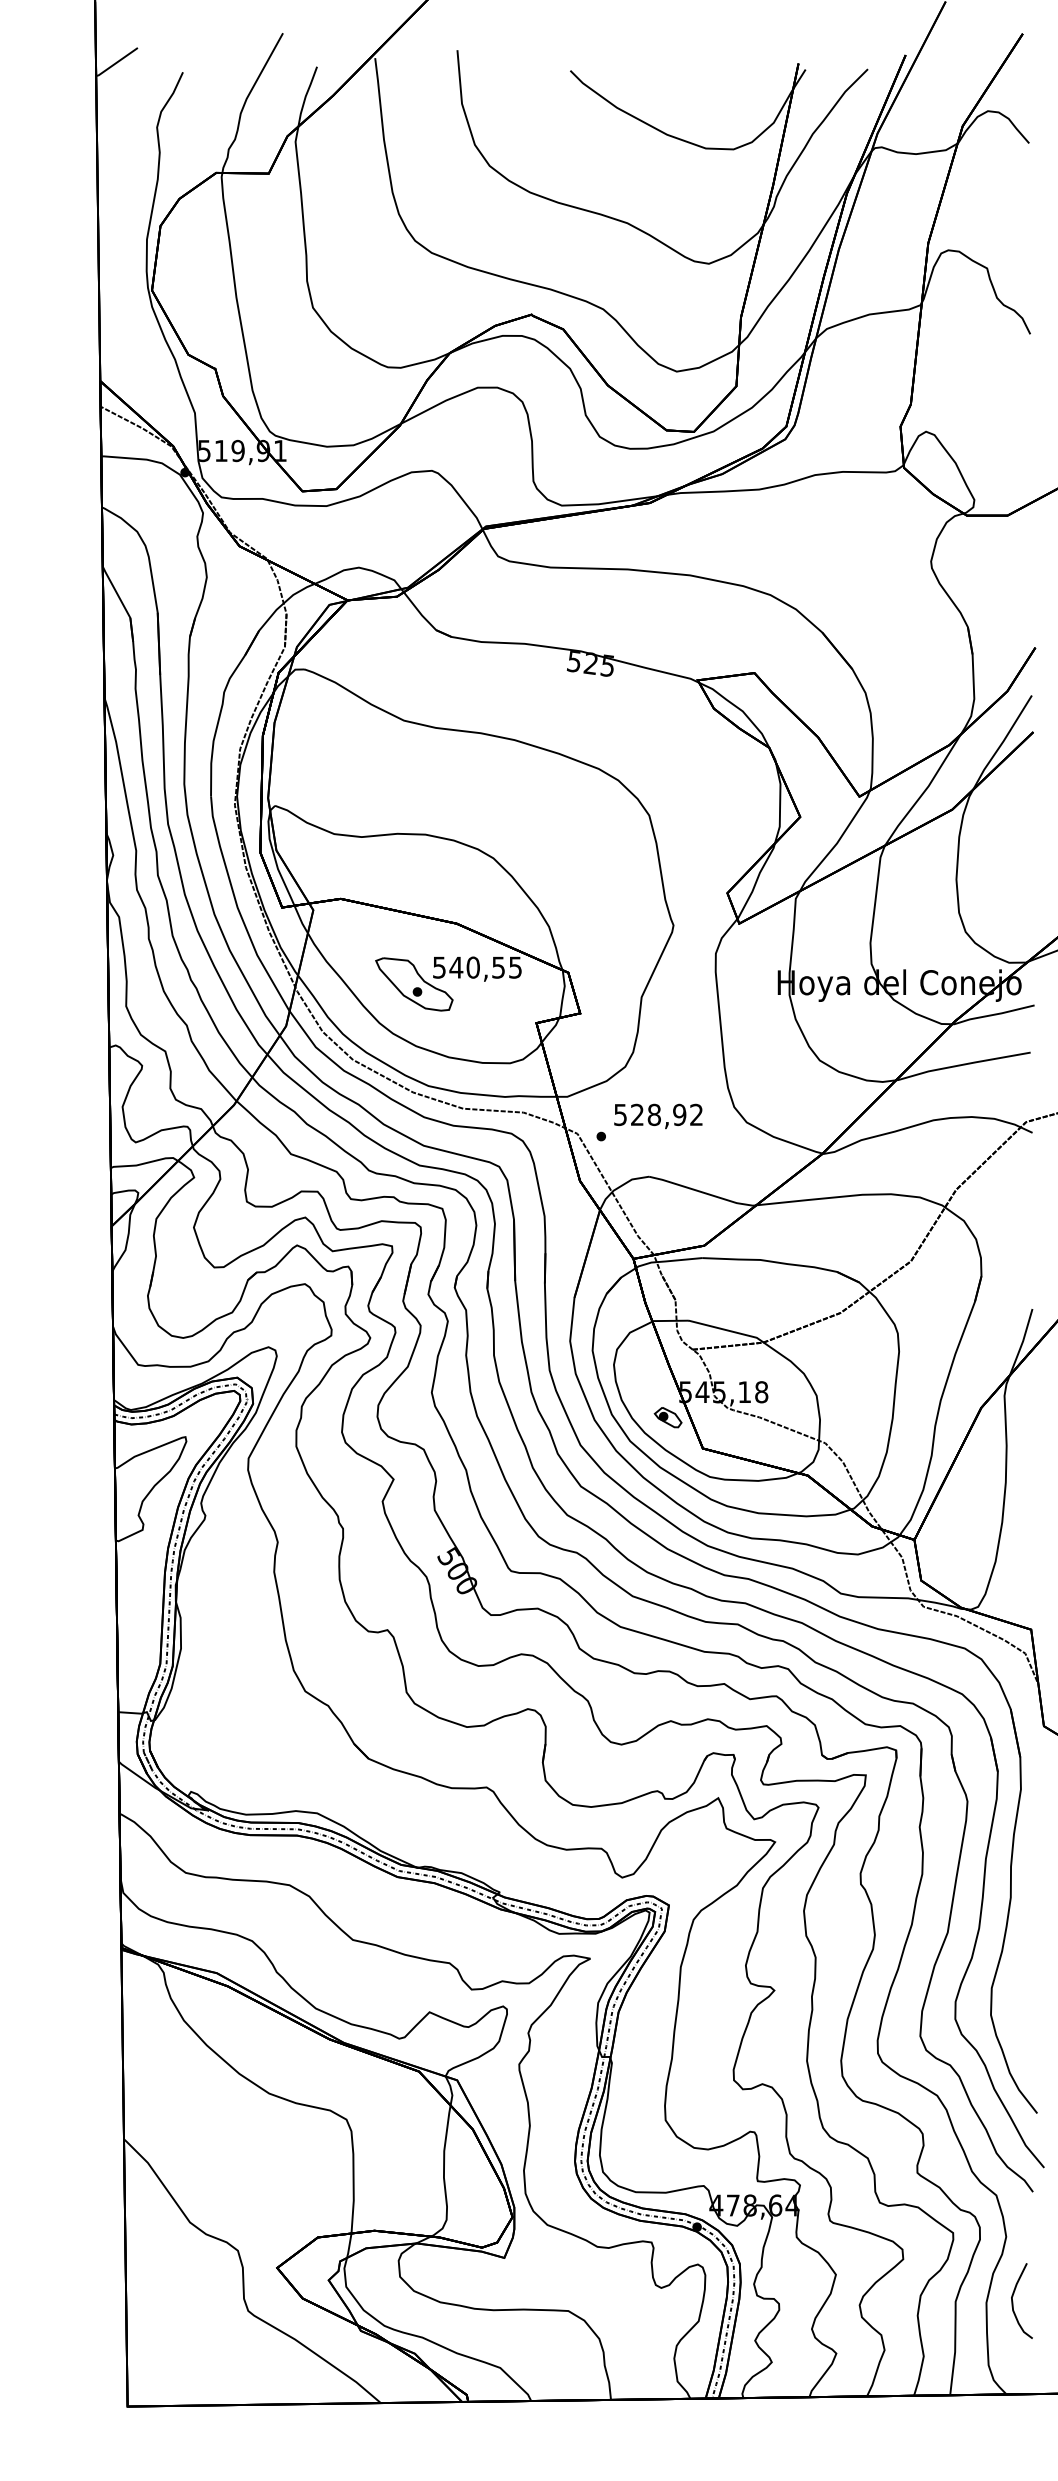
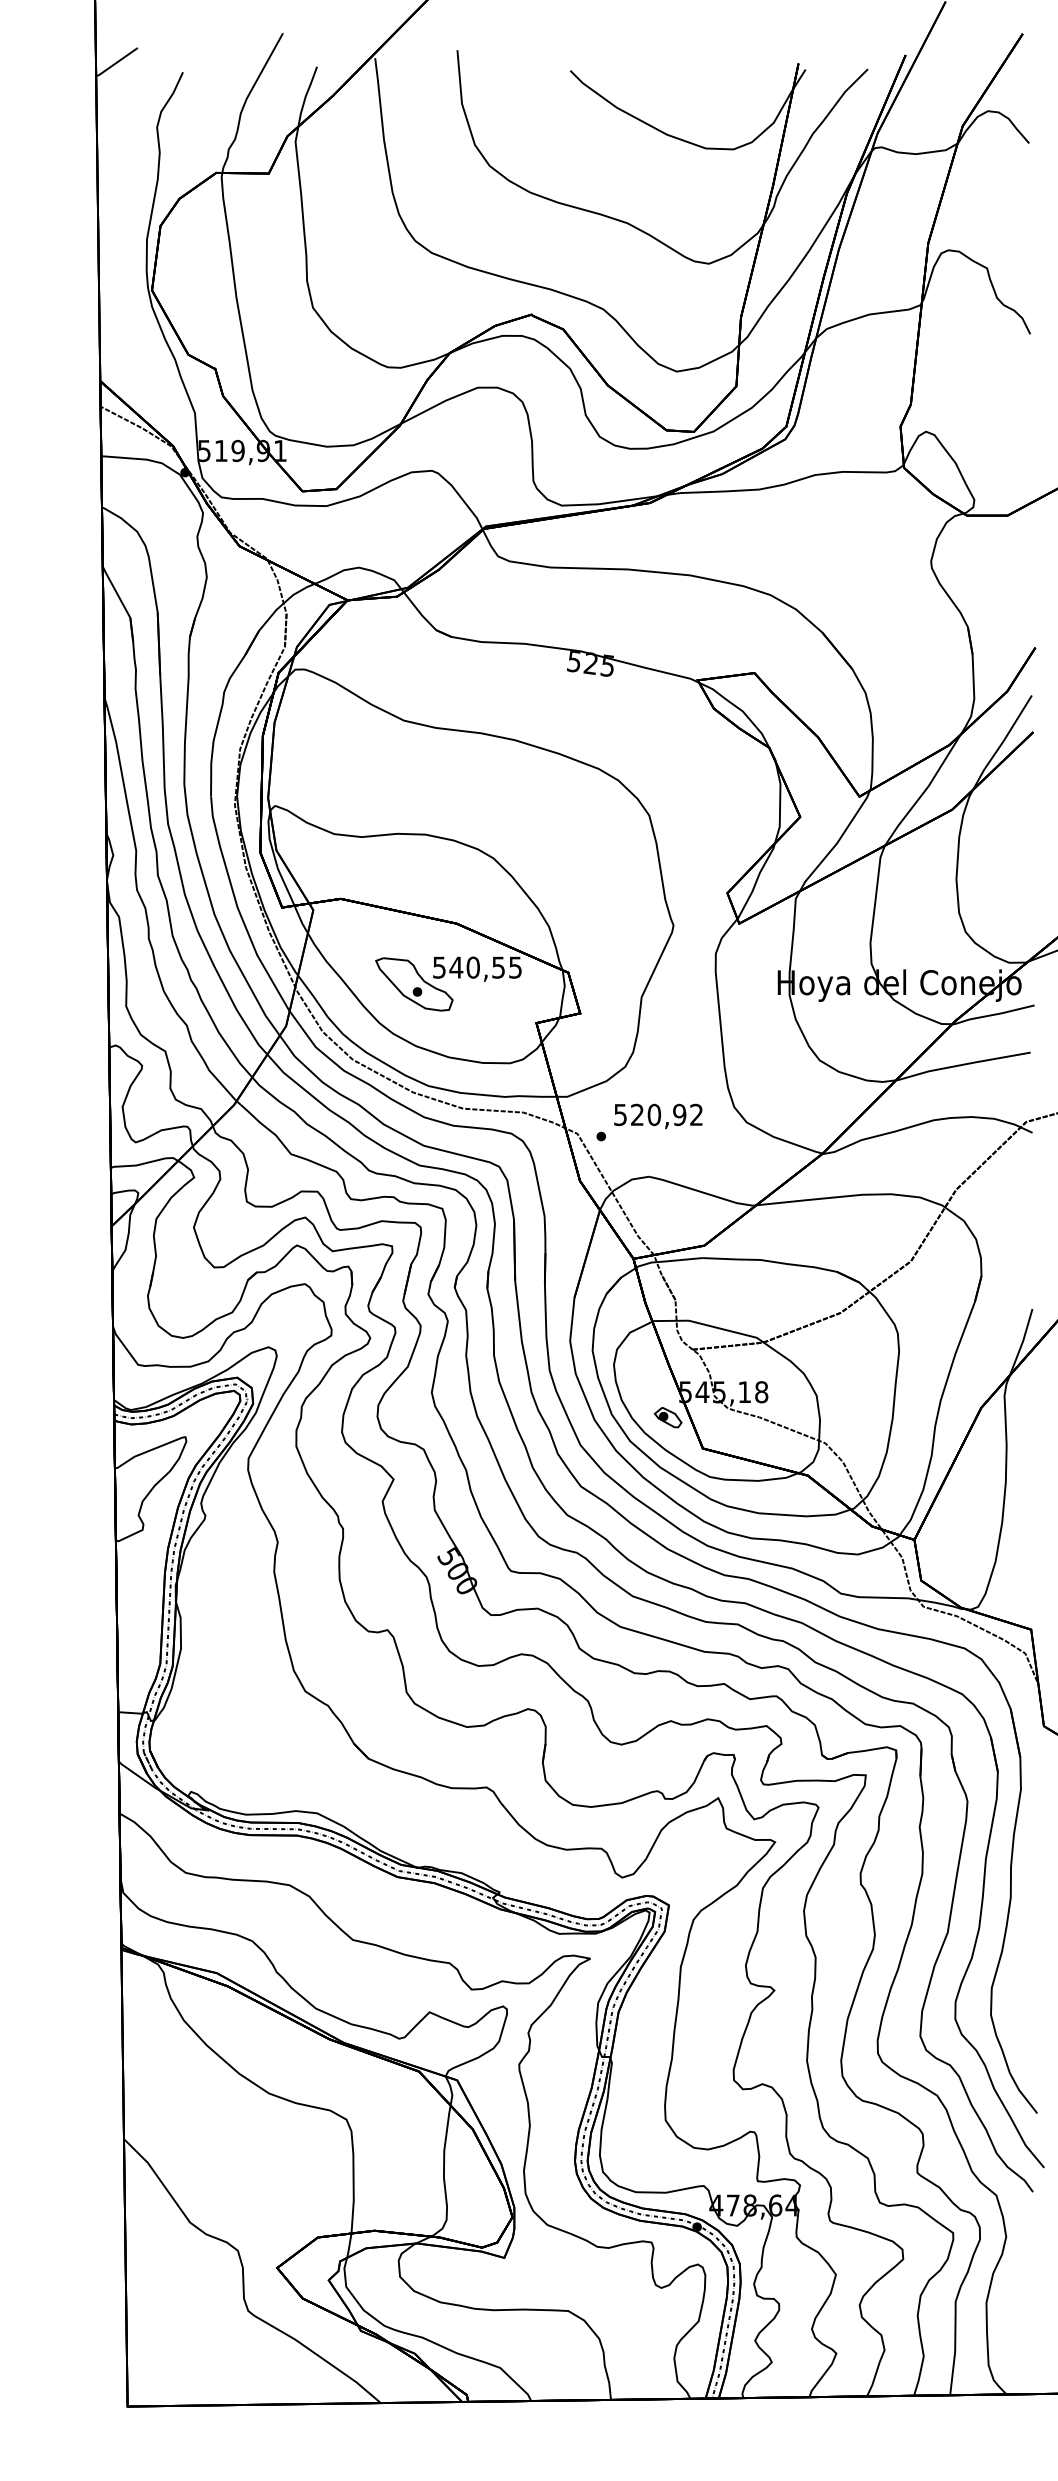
text at (654, 1114): 528,92 -> 520,92
curve at (1013, 2301): present -> none
